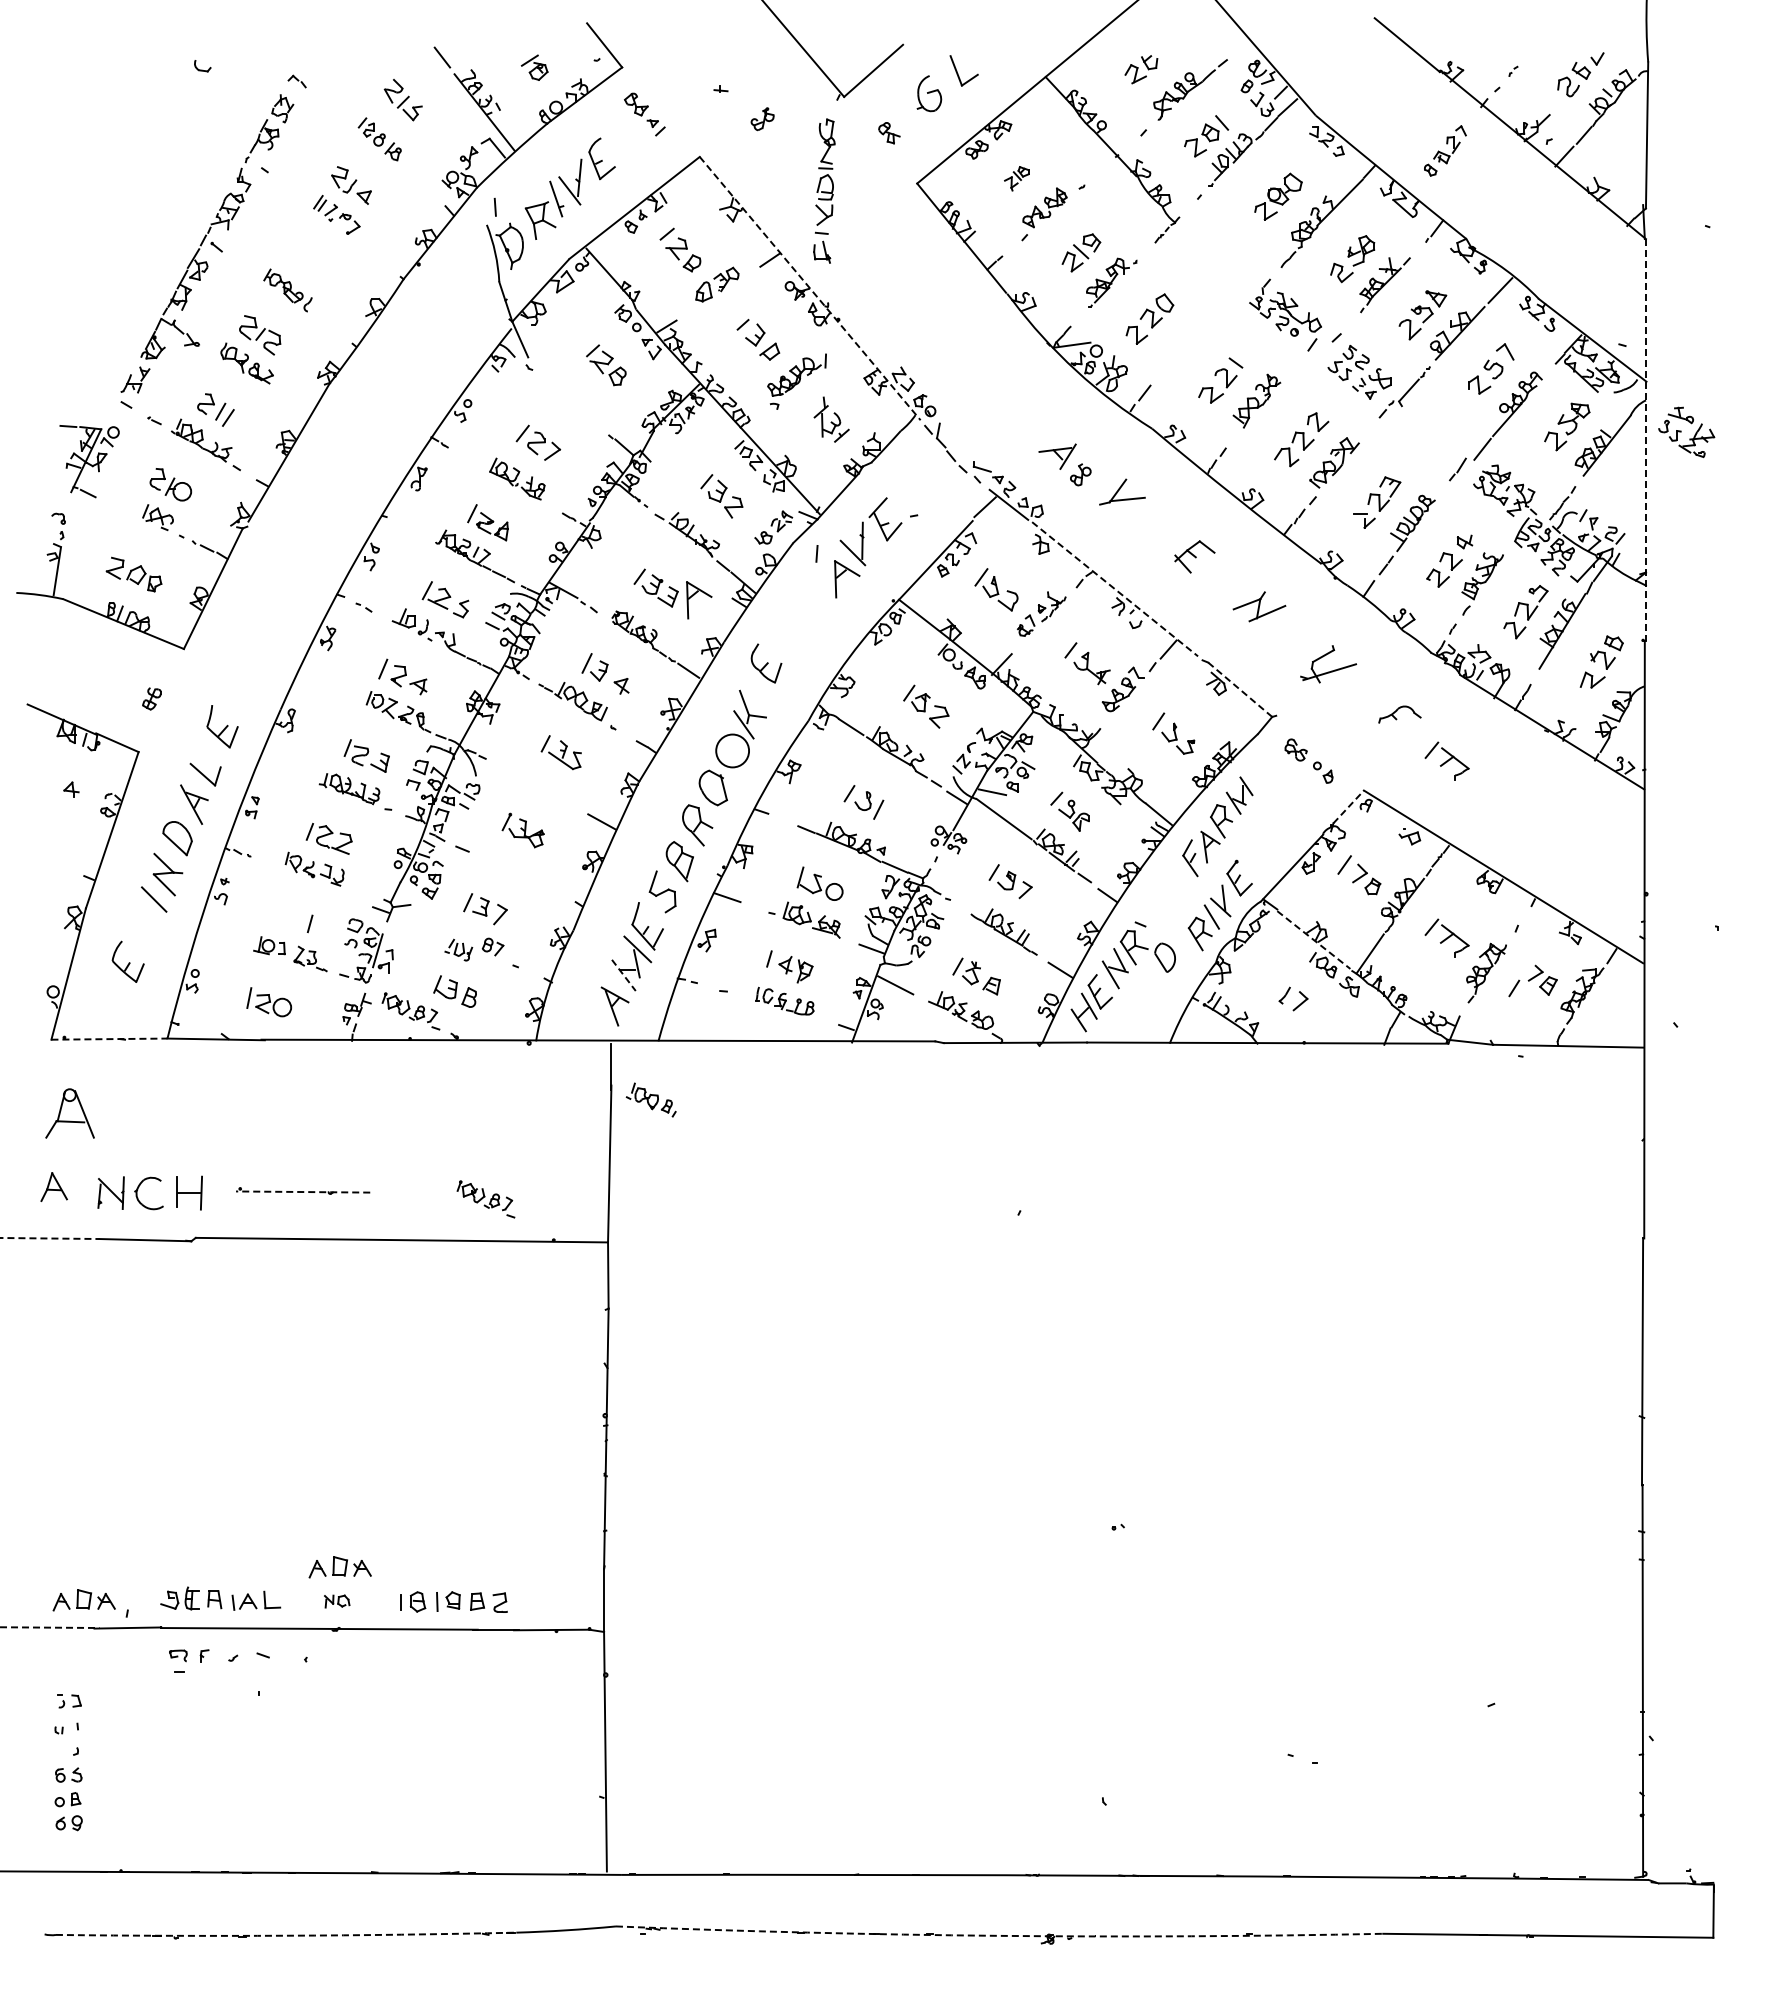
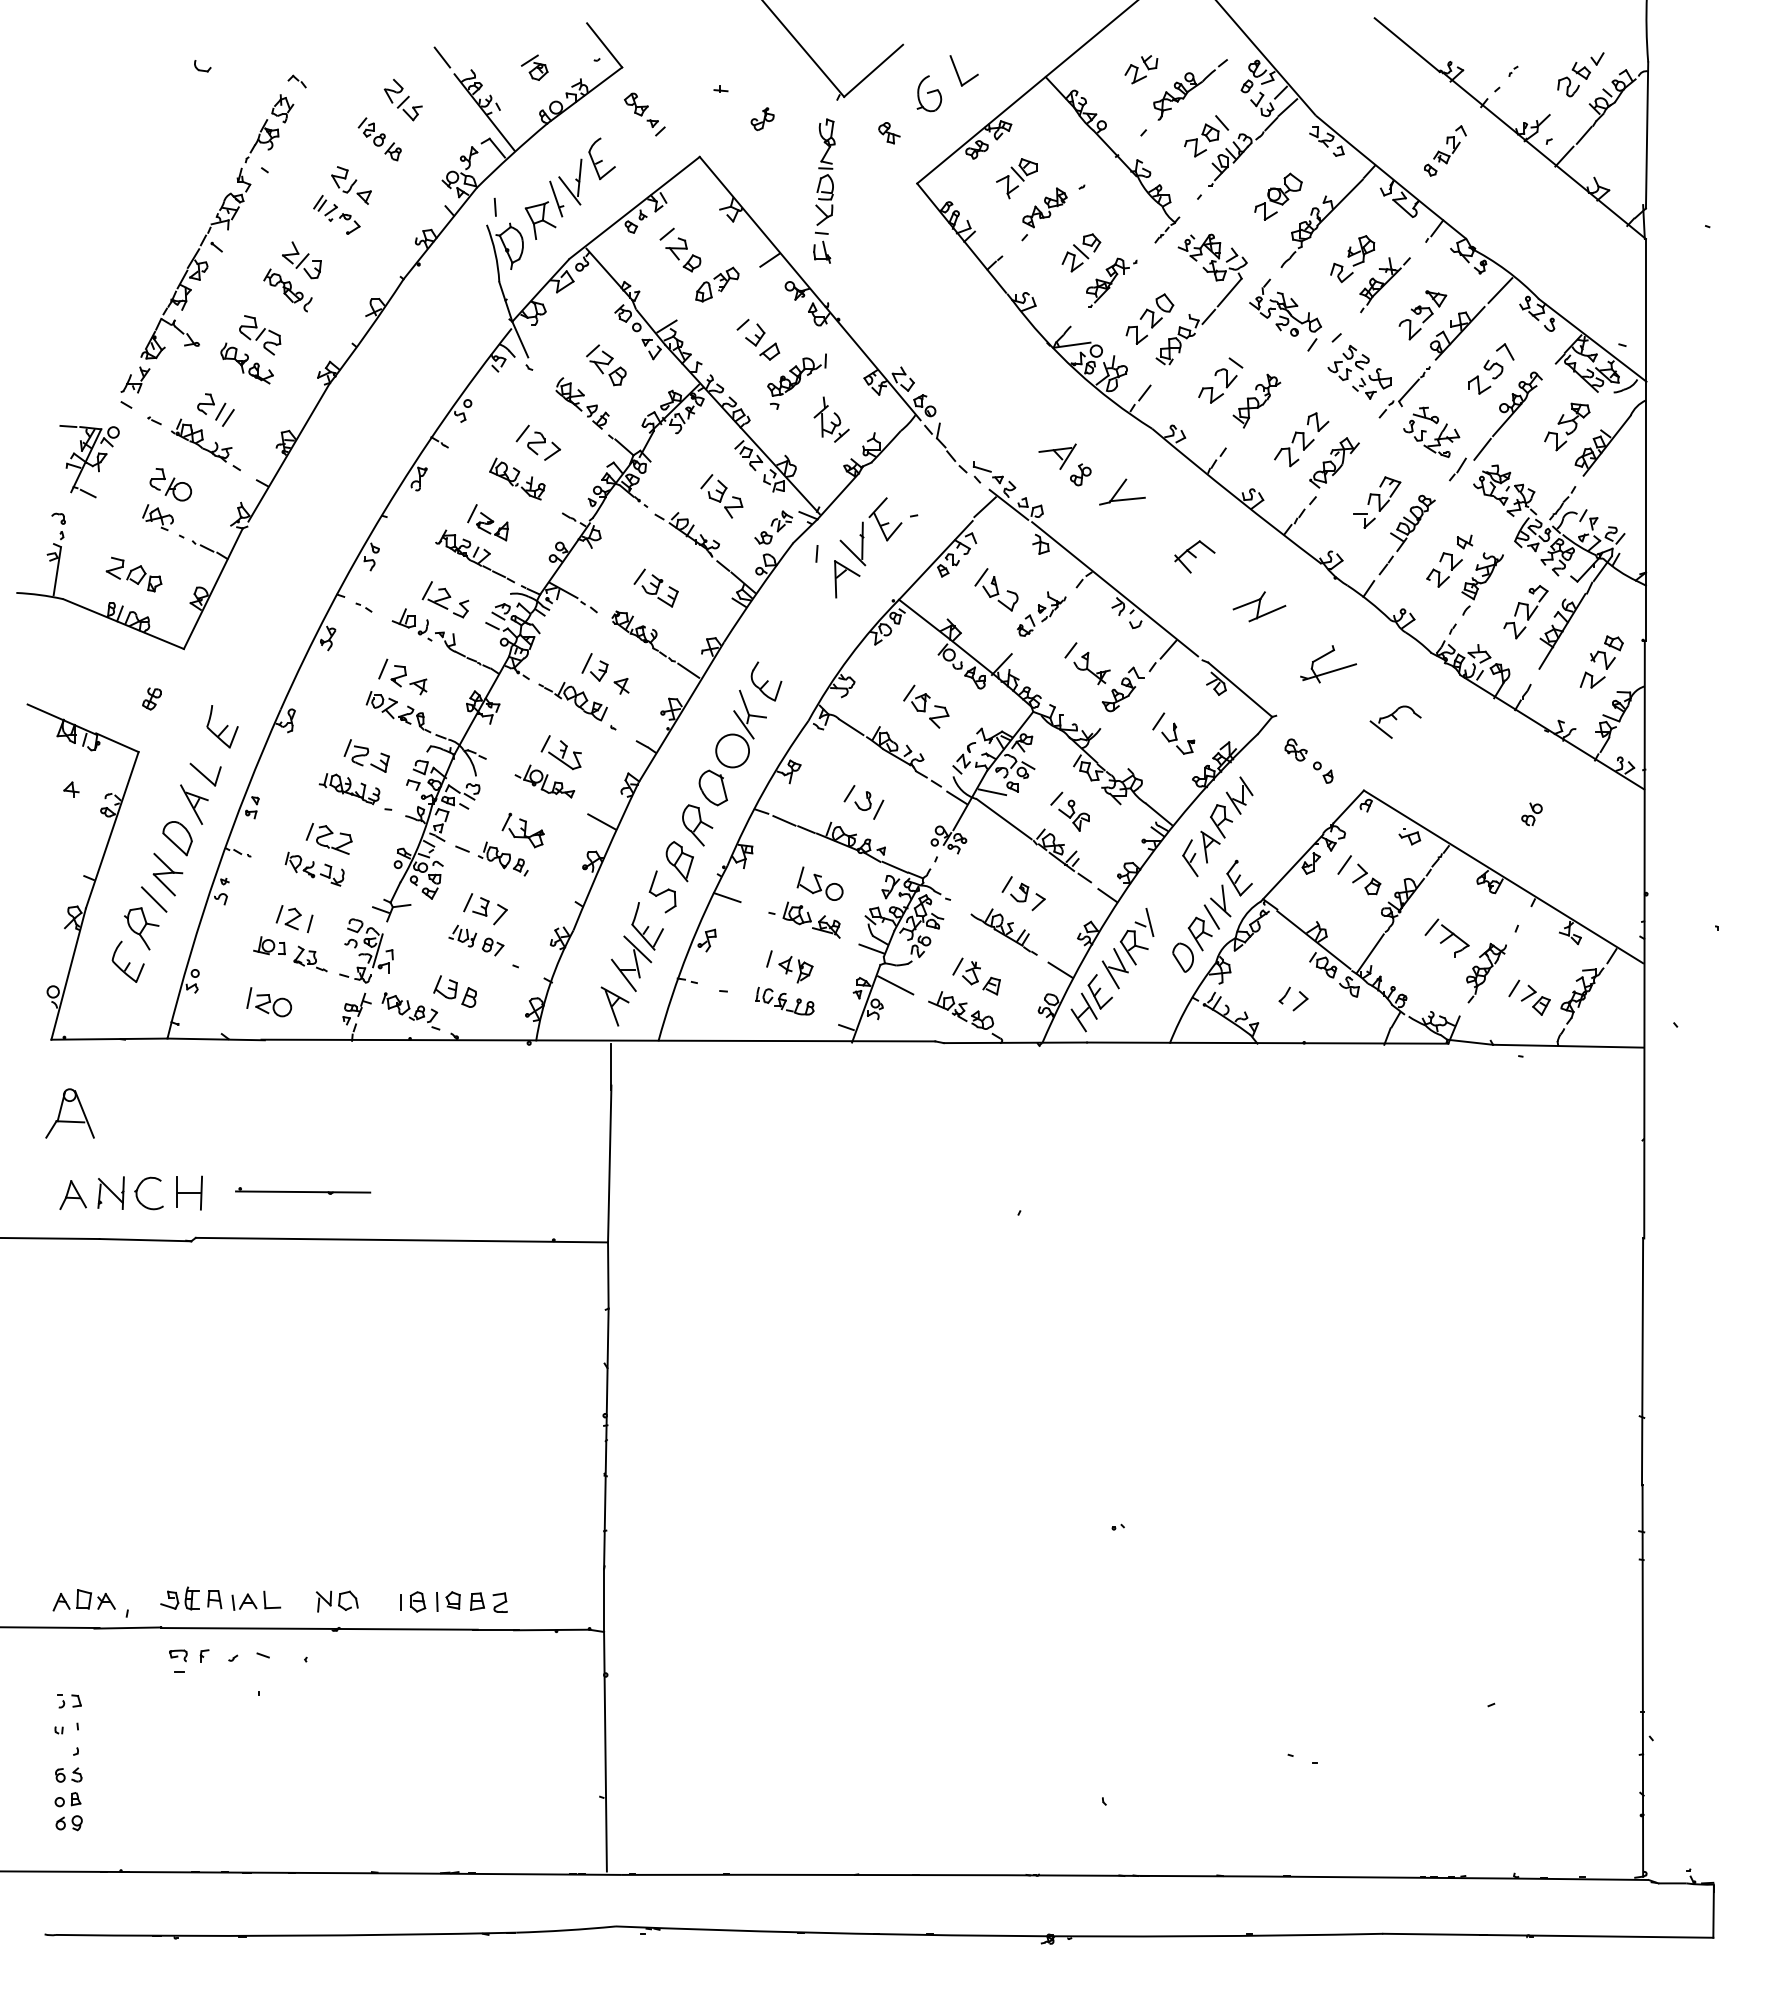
part at (1016, 178) size: 26x26 px -> 42x42 px
part at (301, 260): none -> present
line at (810, 288): dashed -> solid
part at (1214, 308): none -> present
part at (582, 403): none -> present
part at (1686, 431) position: (1686, 431) -> (1431, 431)
line at (1645, 440): dashed -> solid
line at (1115, 589): dashed -> solid
part at (694, 595): present -> none
part at (766, 663) position: (766, 663) -> (766, 681)
line at (1240, 689): dashed -> solid
line at (1380, 729): none -> present
part at (1446, 760): present -> none
part at (544, 781): none -> present
line at (1349, 806): dashed -> solid
part at (1531, 814): none -> present
line at (784, 820): none -> present
part at (1010, 881) position: (1010, 881) -> (1023, 893)
part at (288, 917): none -> present
line at (1149, 922): none -> present
part at (141, 928): none -> present
line at (1313, 940): dashed -> solid
part at (458, 949) position: (458, 949) -> (462, 935)
part at (1164, 957) position: (1164, 957) -> (1182, 957)
line at (623, 975): dashed -> solid
part at (1542, 979) position: (1542, 979) -> (1535, 999)
line at (109, 1039): dashed -> solid
part at (650, 1099) position: (650, 1099) -> (502, 858)
part at (53, 1186) position: (53, 1186) -> (72, 1194)
line at (302, 1192): dashed -> solid
part at (485, 1199): present -> none
line at (50, 1238): dashed -> solid
part at (339, 1567): present -> none
part at (337, 1601) size: 27x15 px -> 44x23 px
line at (50, 1627): dashed -> solid
arc at (286, 1935): dashed -> solid
arc at (999, 1935): dashed -> solid
